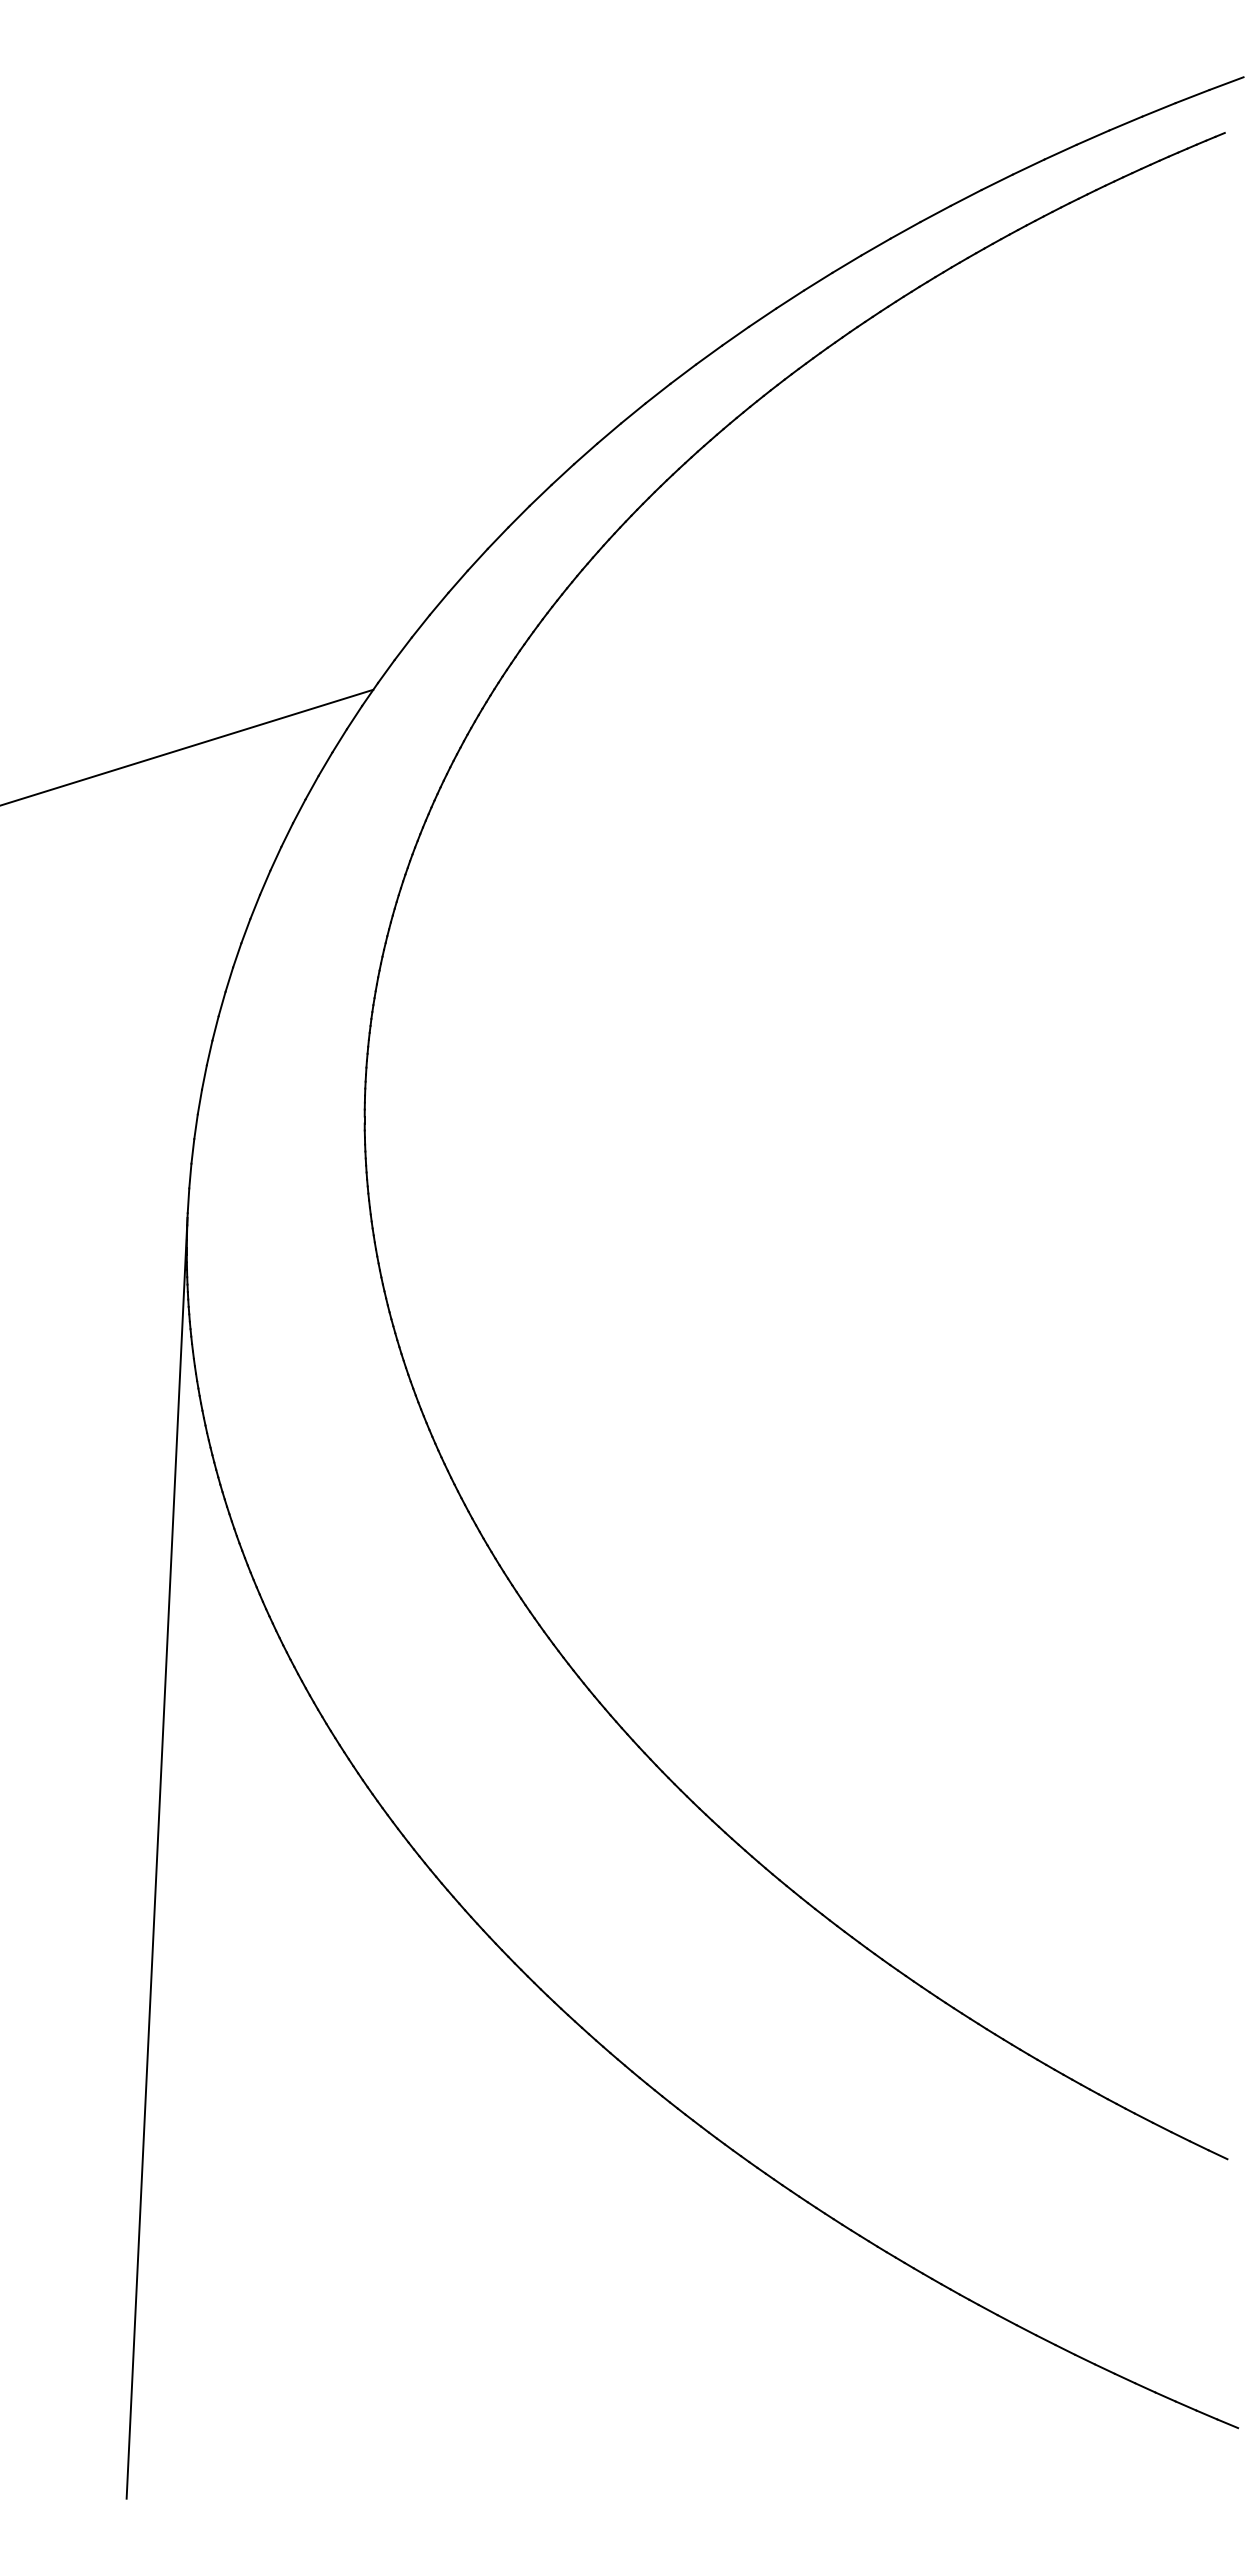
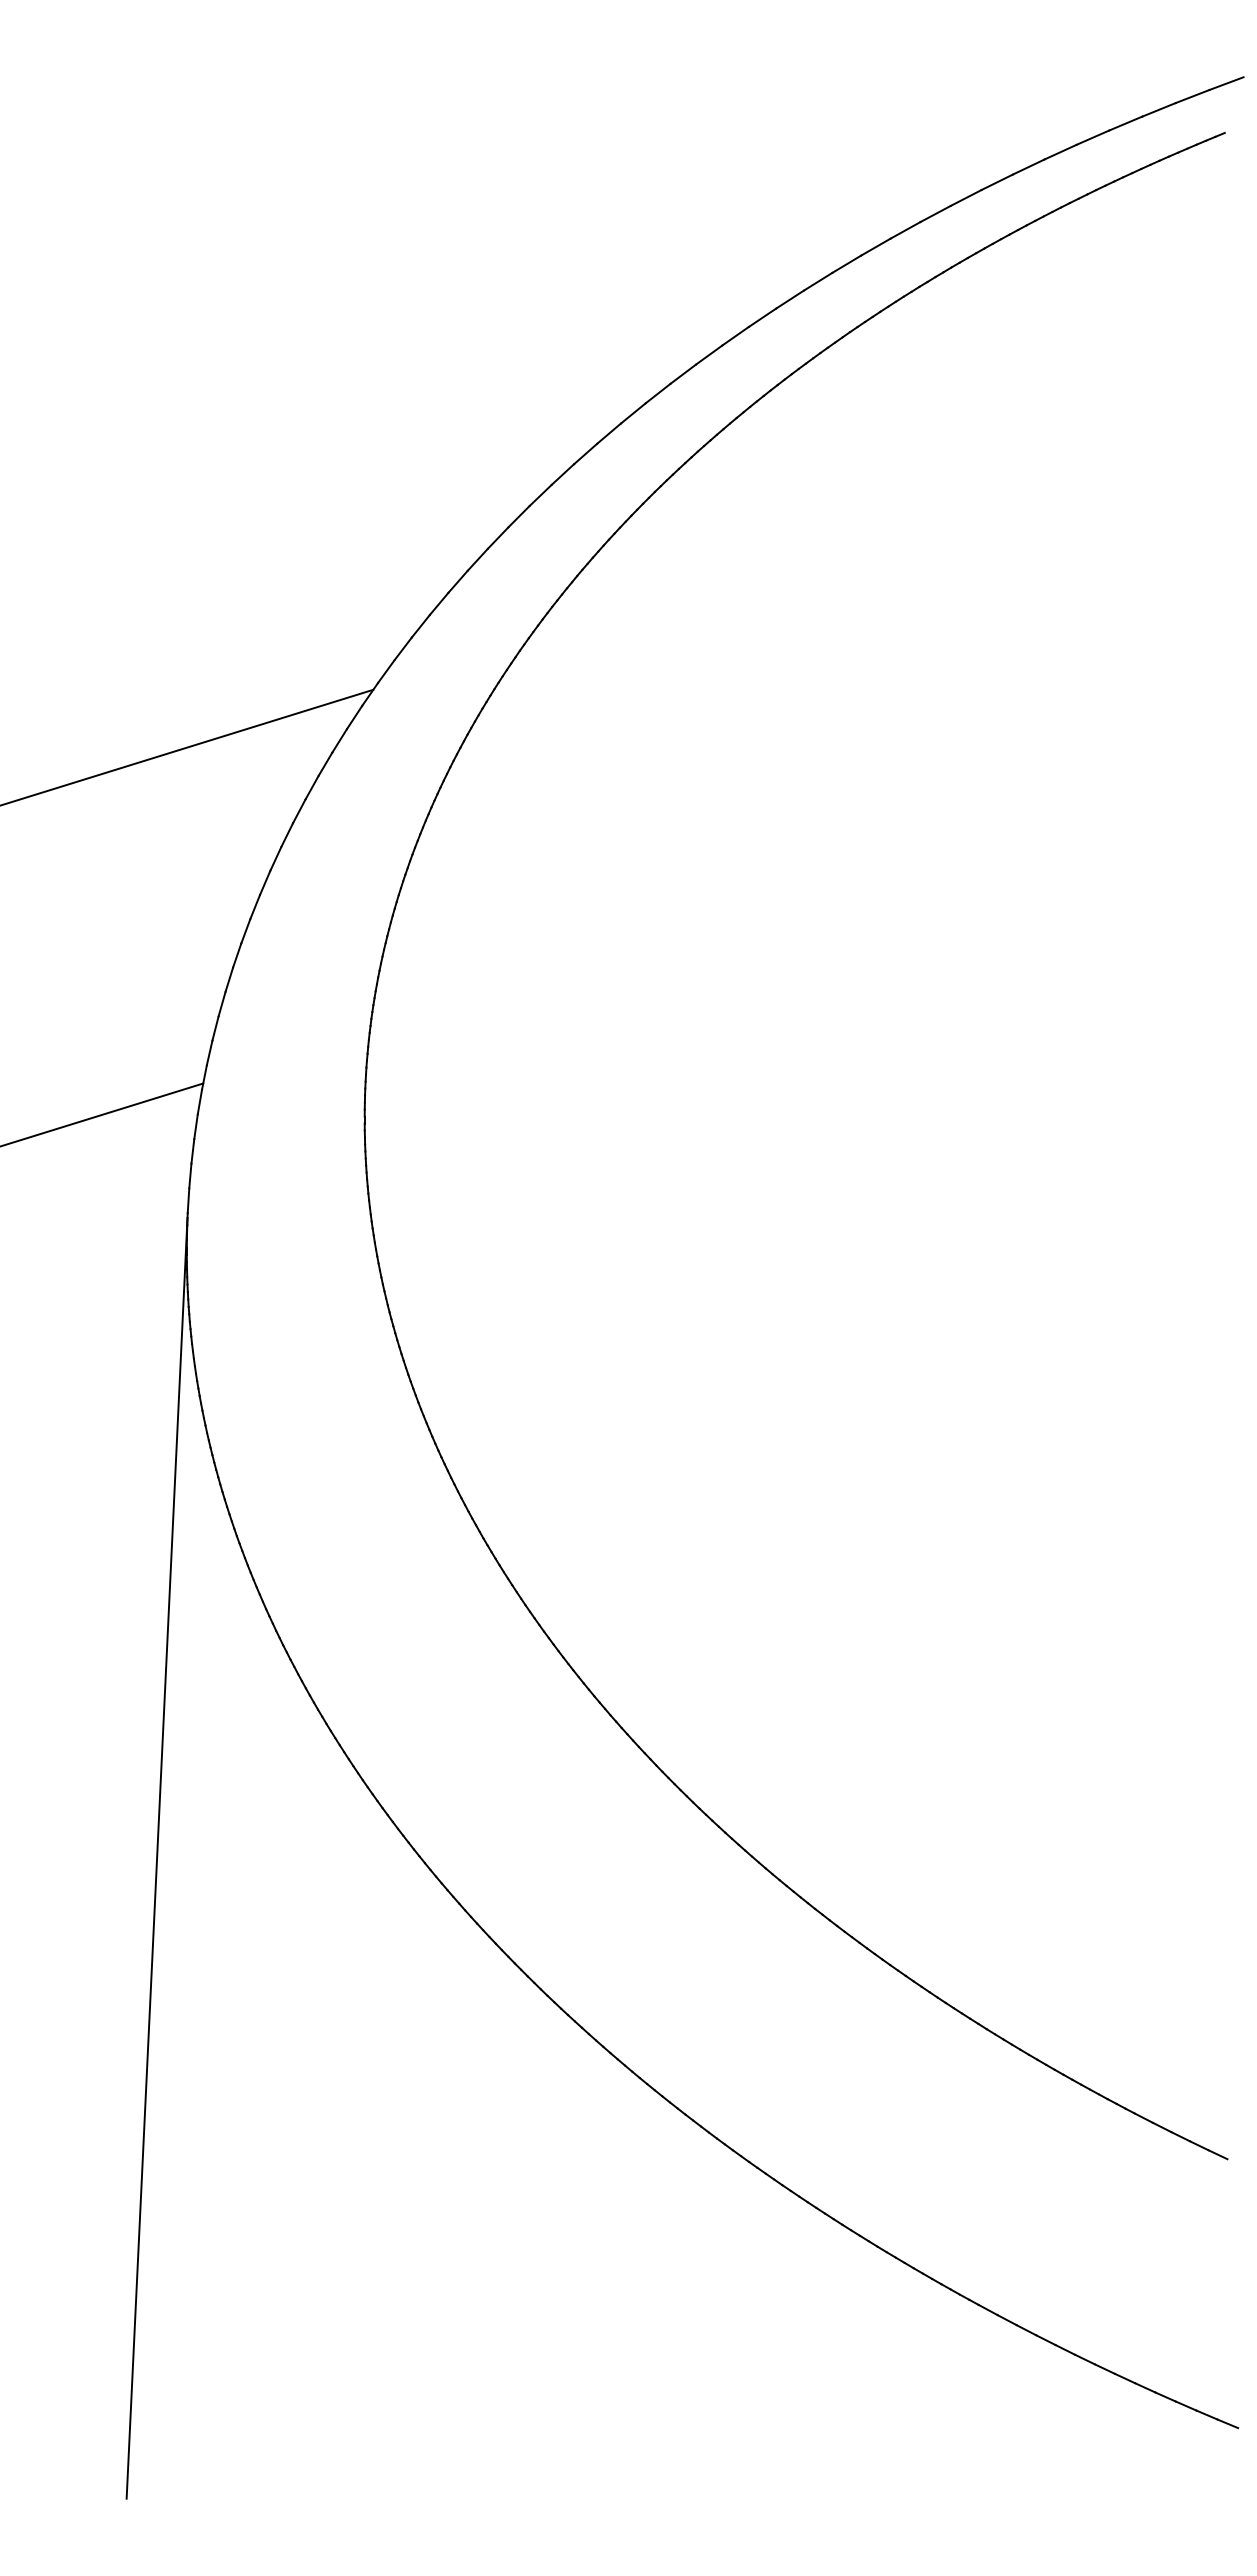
line at (102, 1114): none -> present
